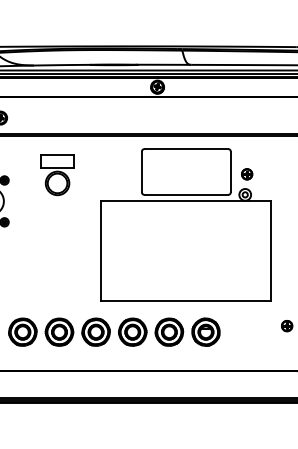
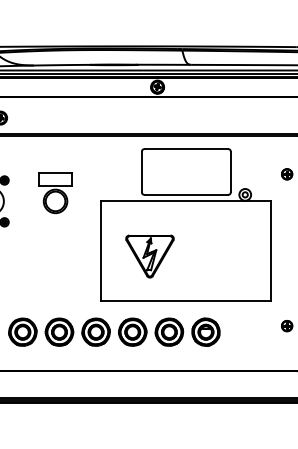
part at (247, 174) position: (247, 174) -> (287, 174)
part at (57, 175) position: (57, 175) -> (55, 193)
part at (149, 256): none -> present
